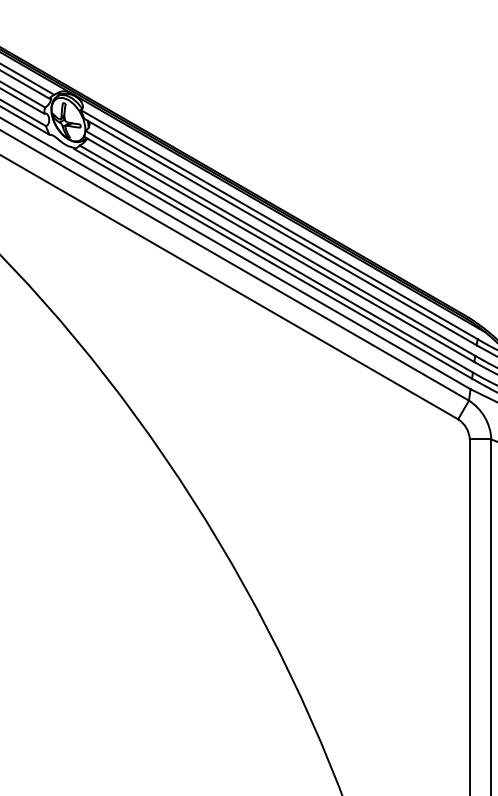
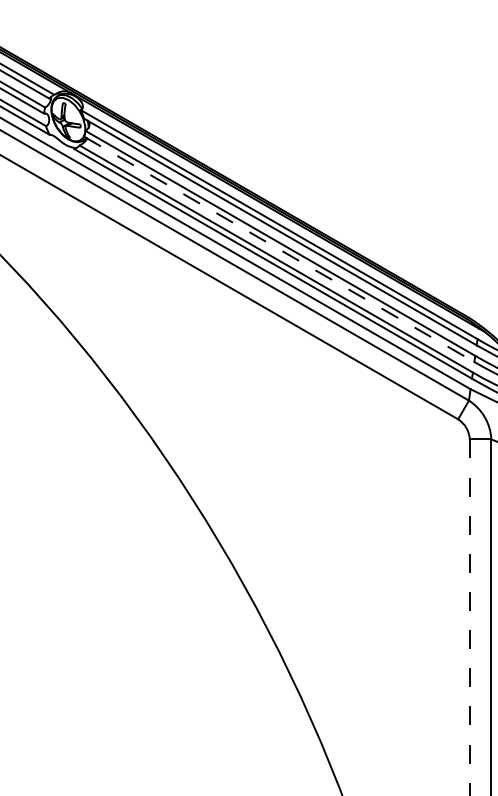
line at (279, 249): solid -> dashed
line at (469, 617): solid -> dashed
